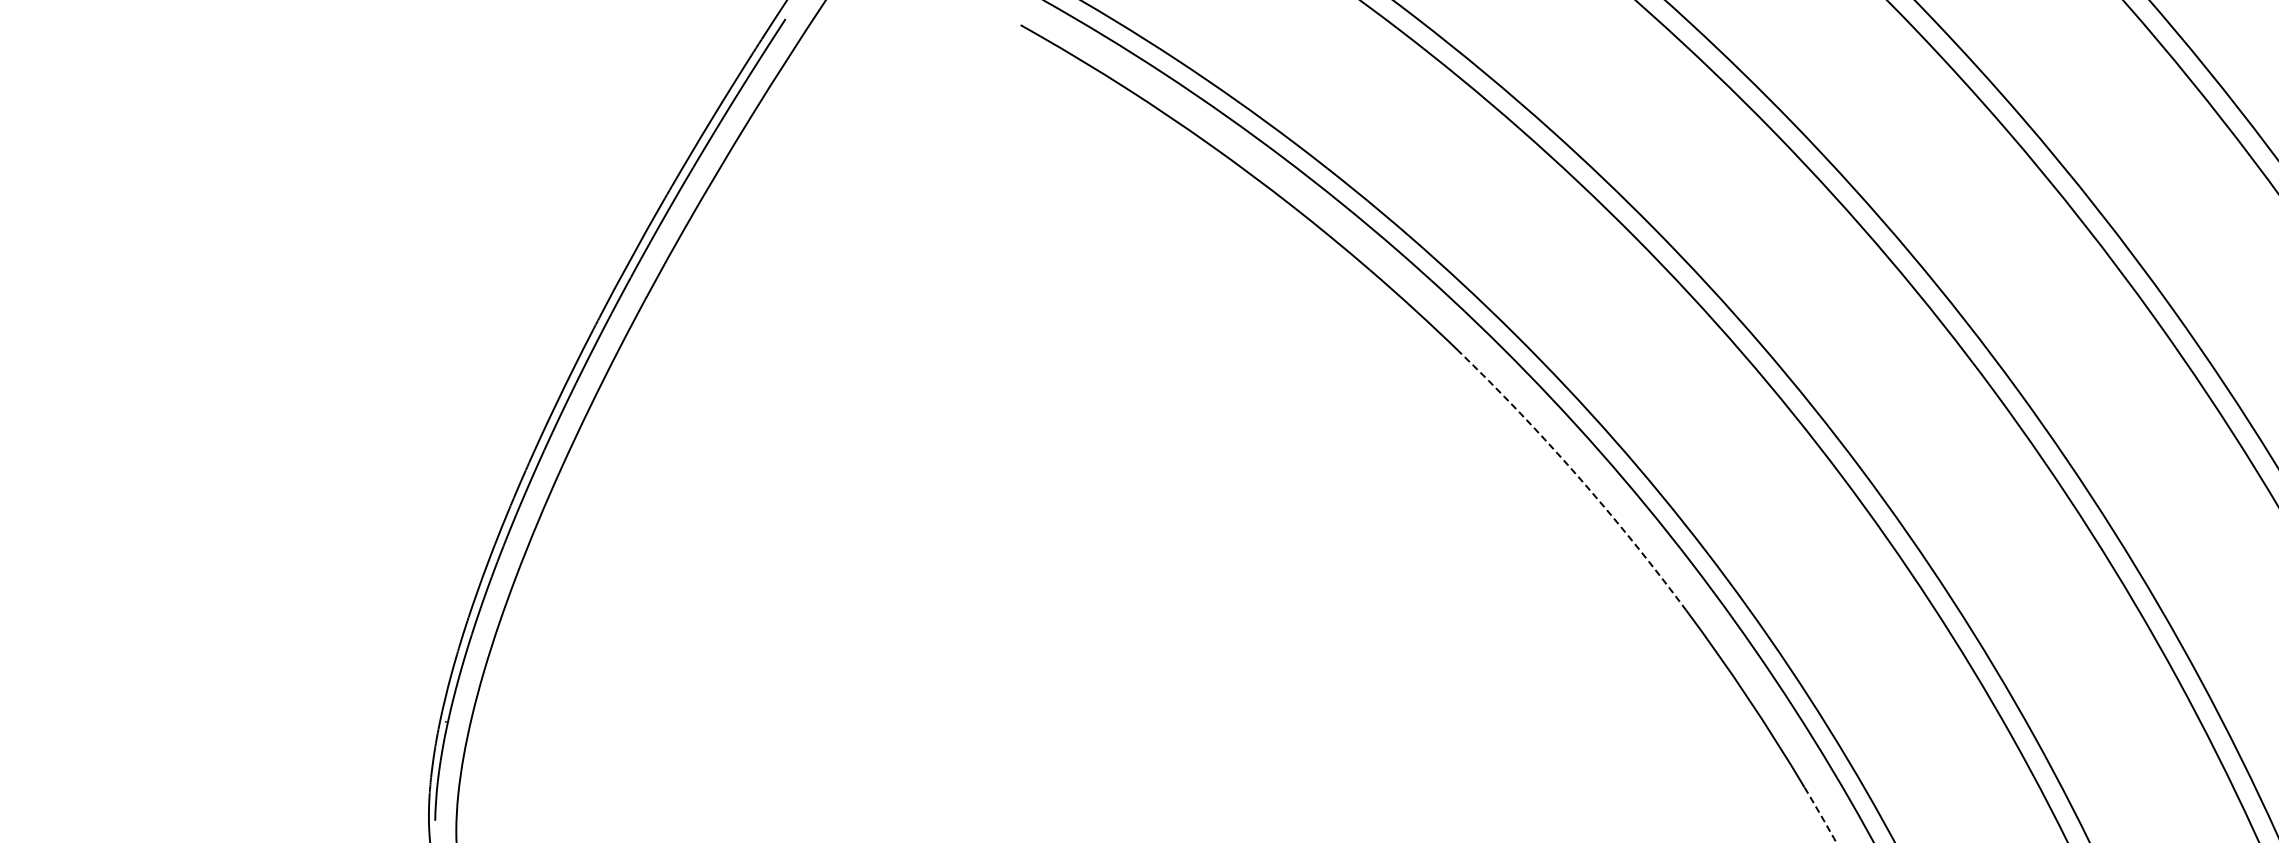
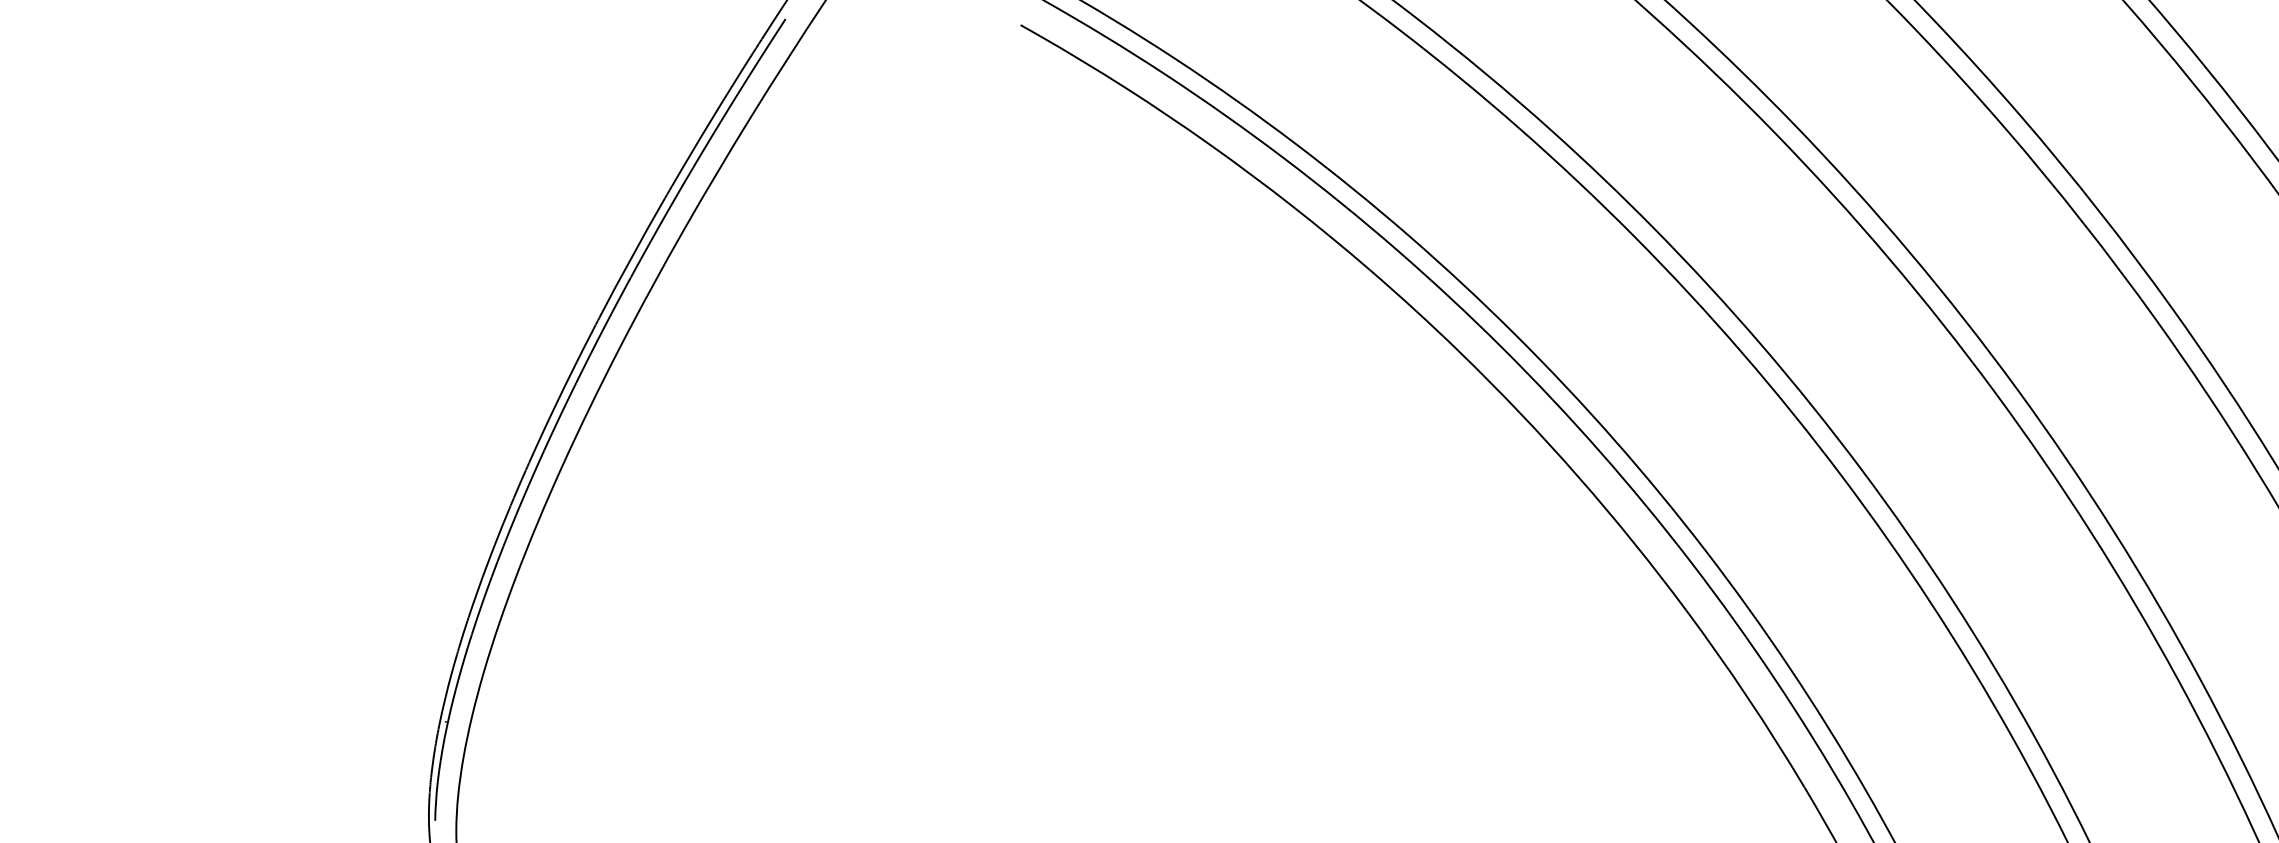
arc at (1577, 476): dashed -> solid
arc at (1820, 815): dashed -> solid
